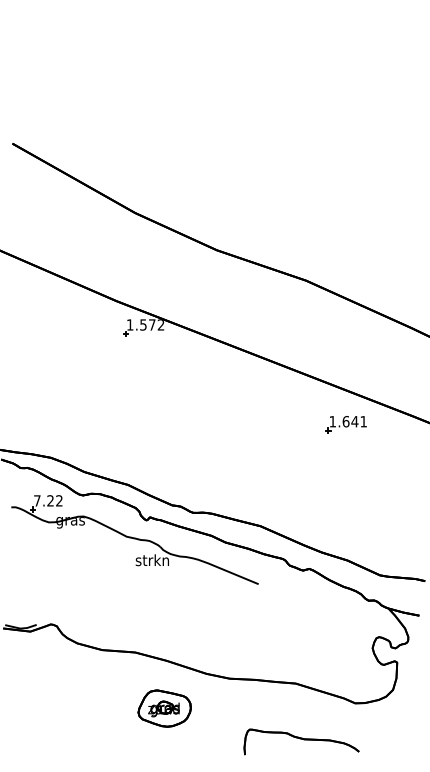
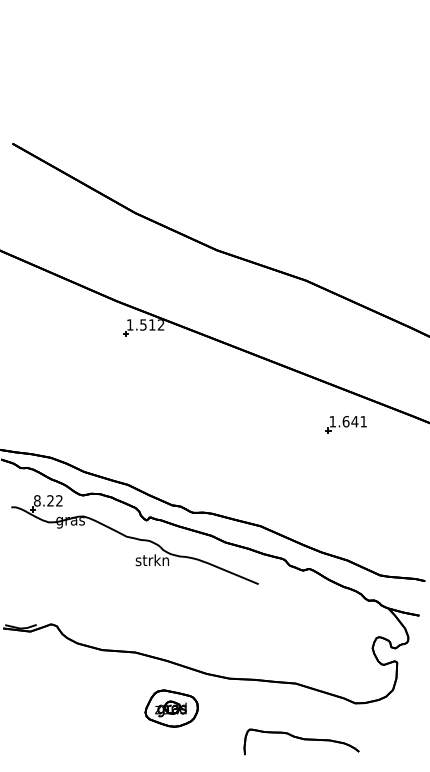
text at (152, 324): 1.572 -> 1.512
text at (37, 500): 7.22 -> 8.22
part at (164, 708) position: (164, 708) -> (171, 708)
